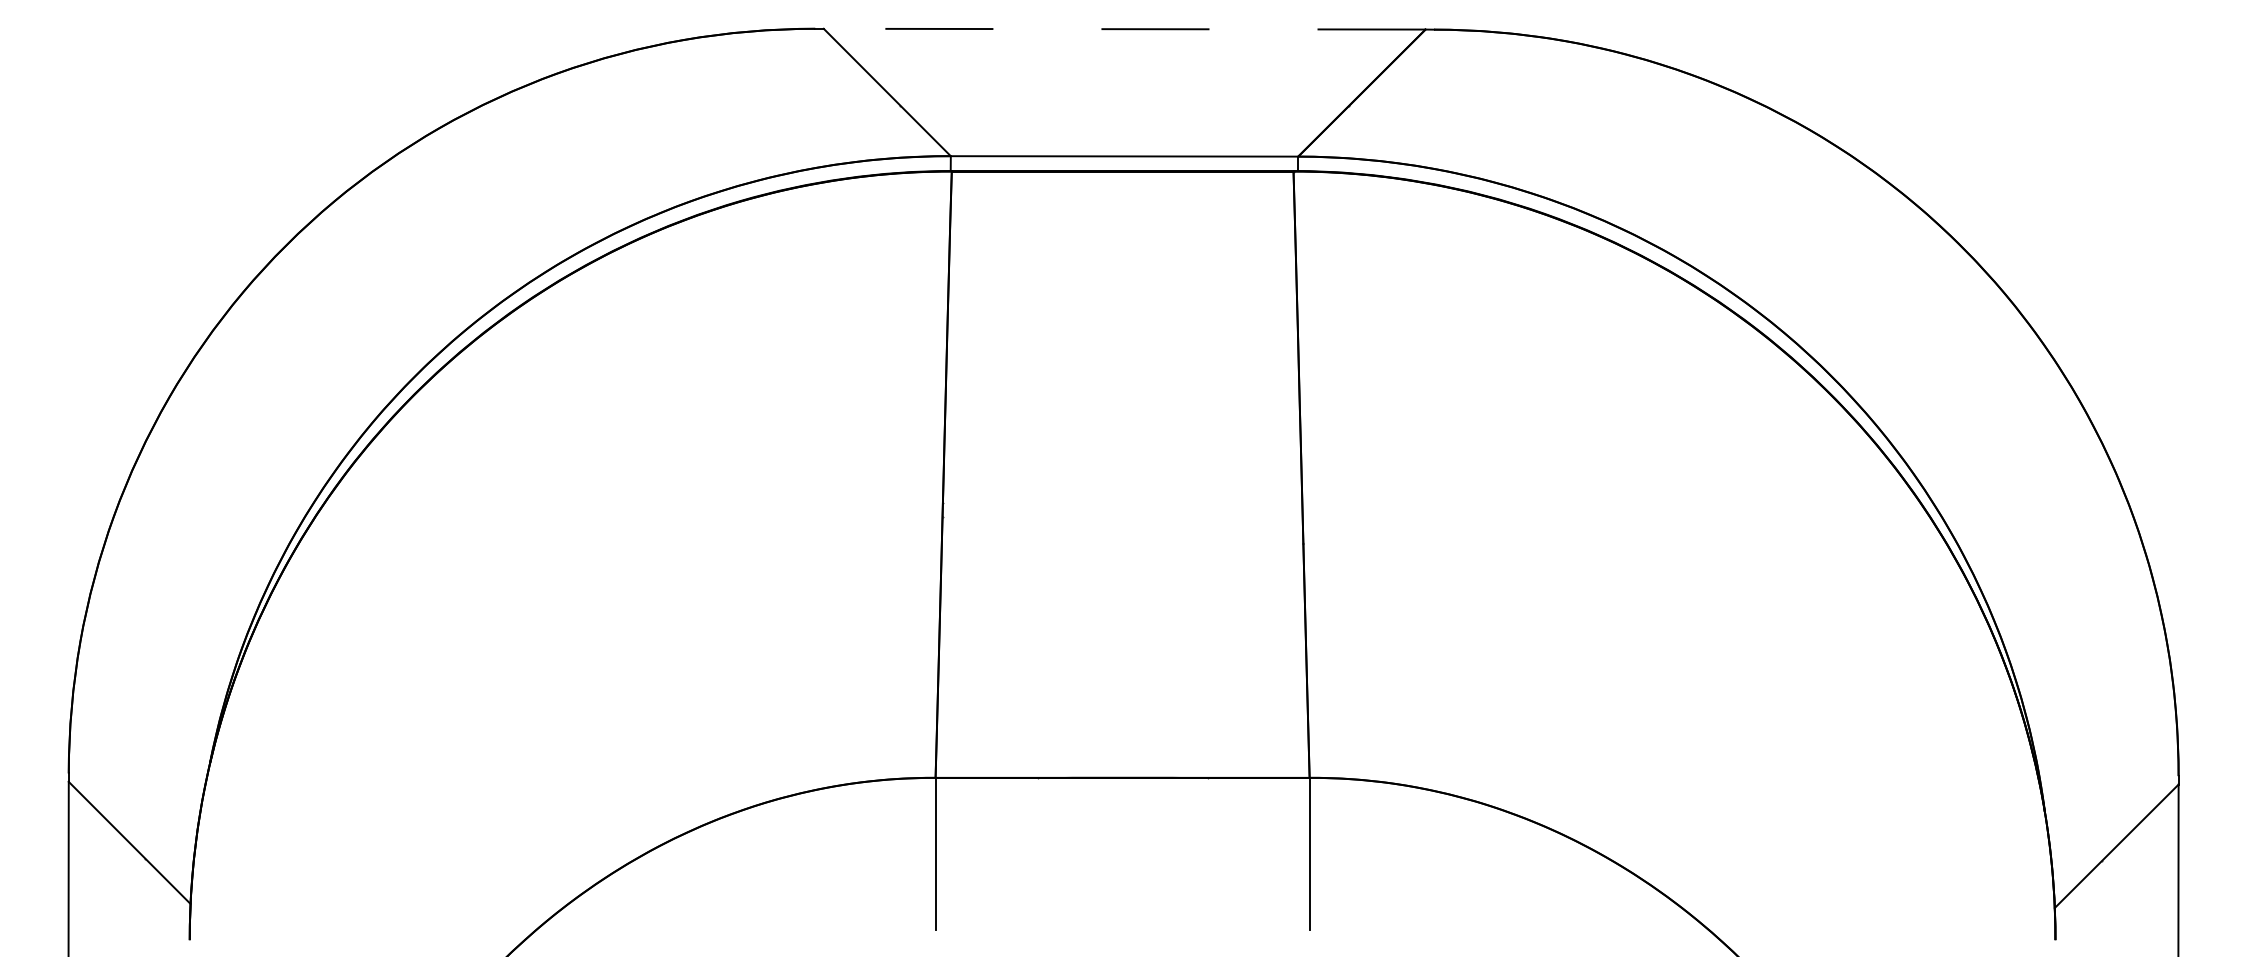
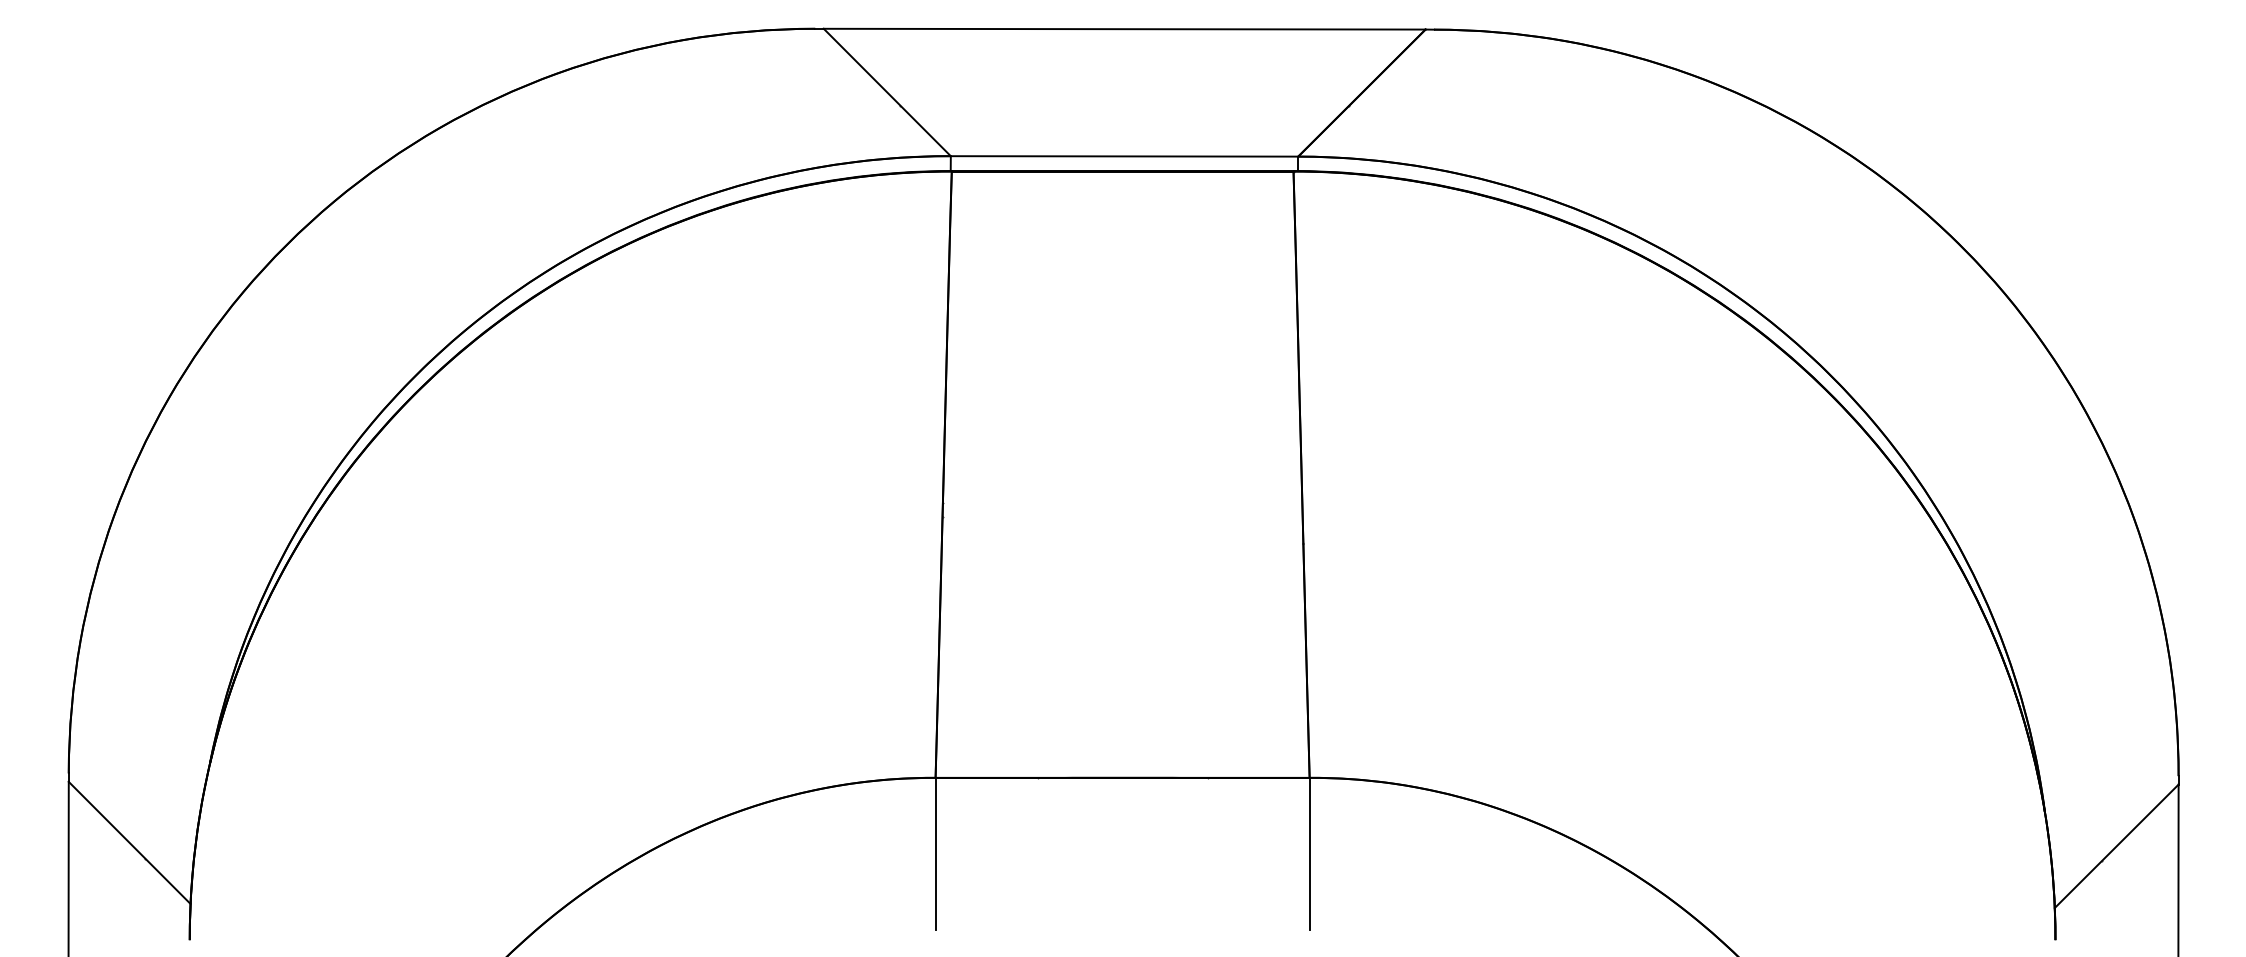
line at (1124, 29): dashed -> solid
